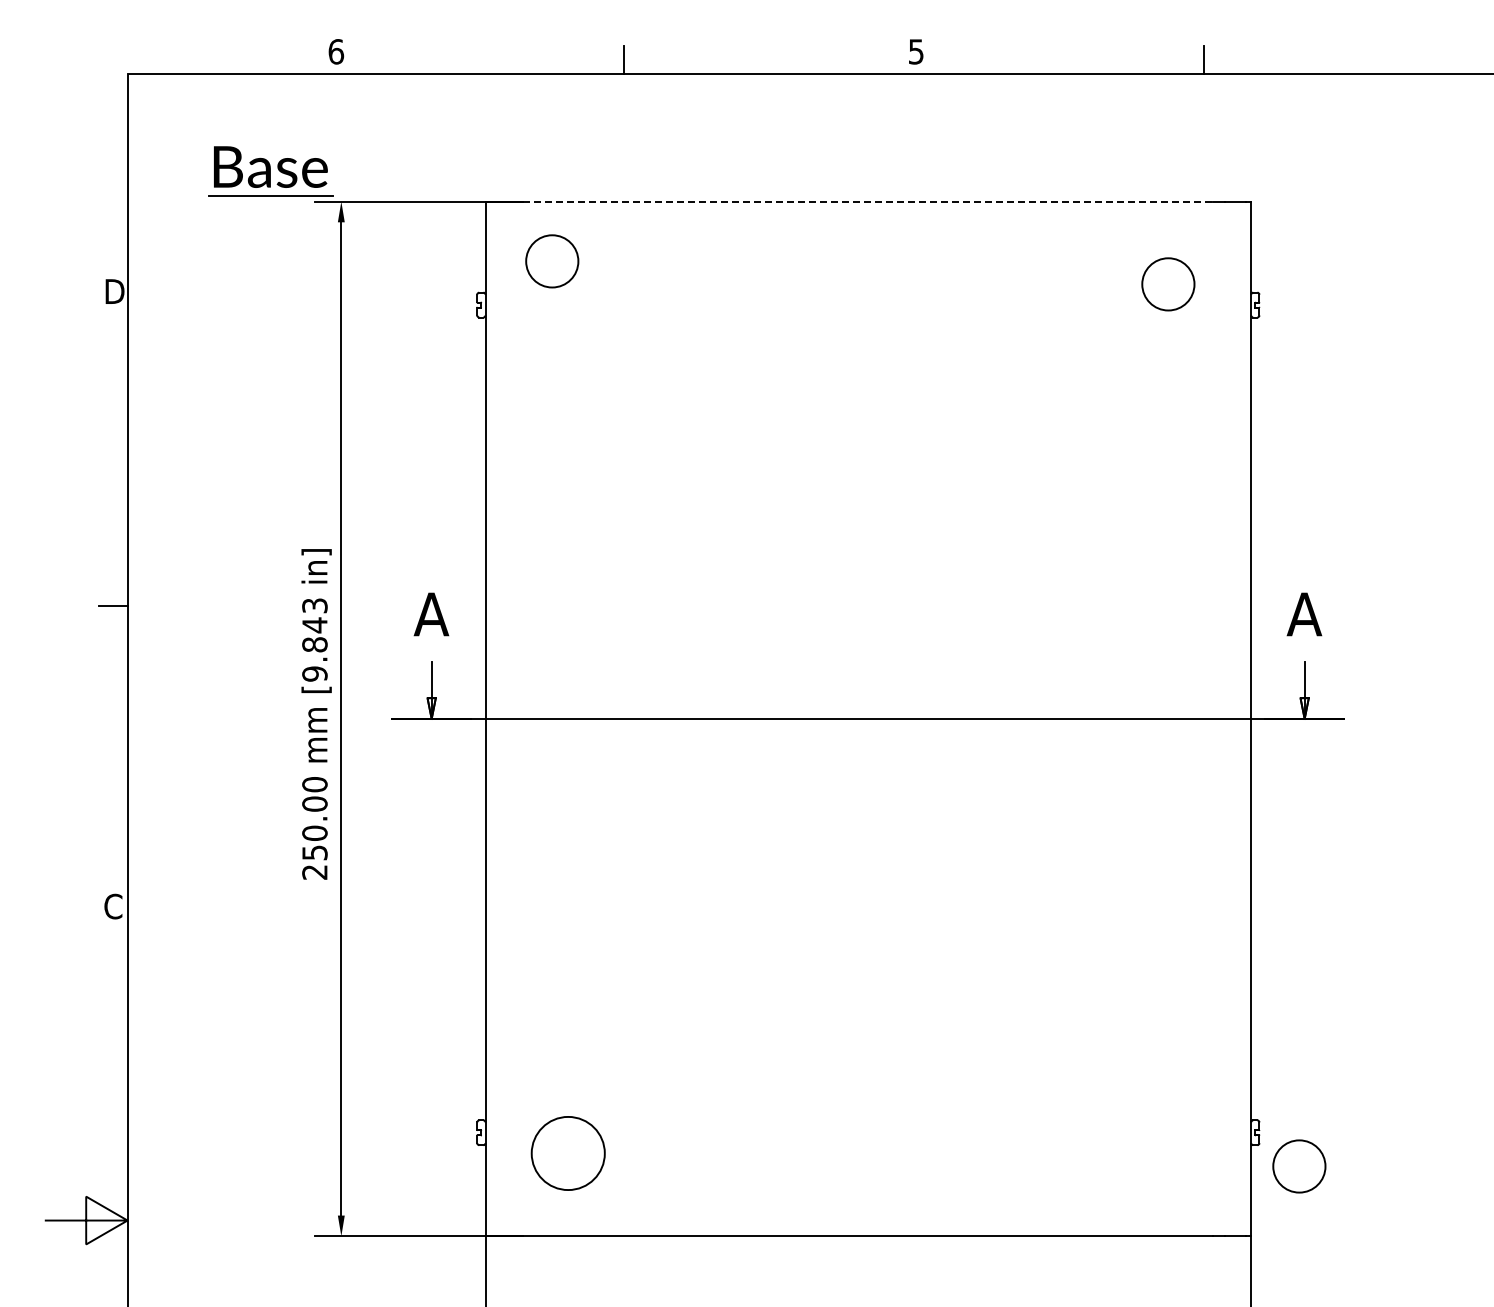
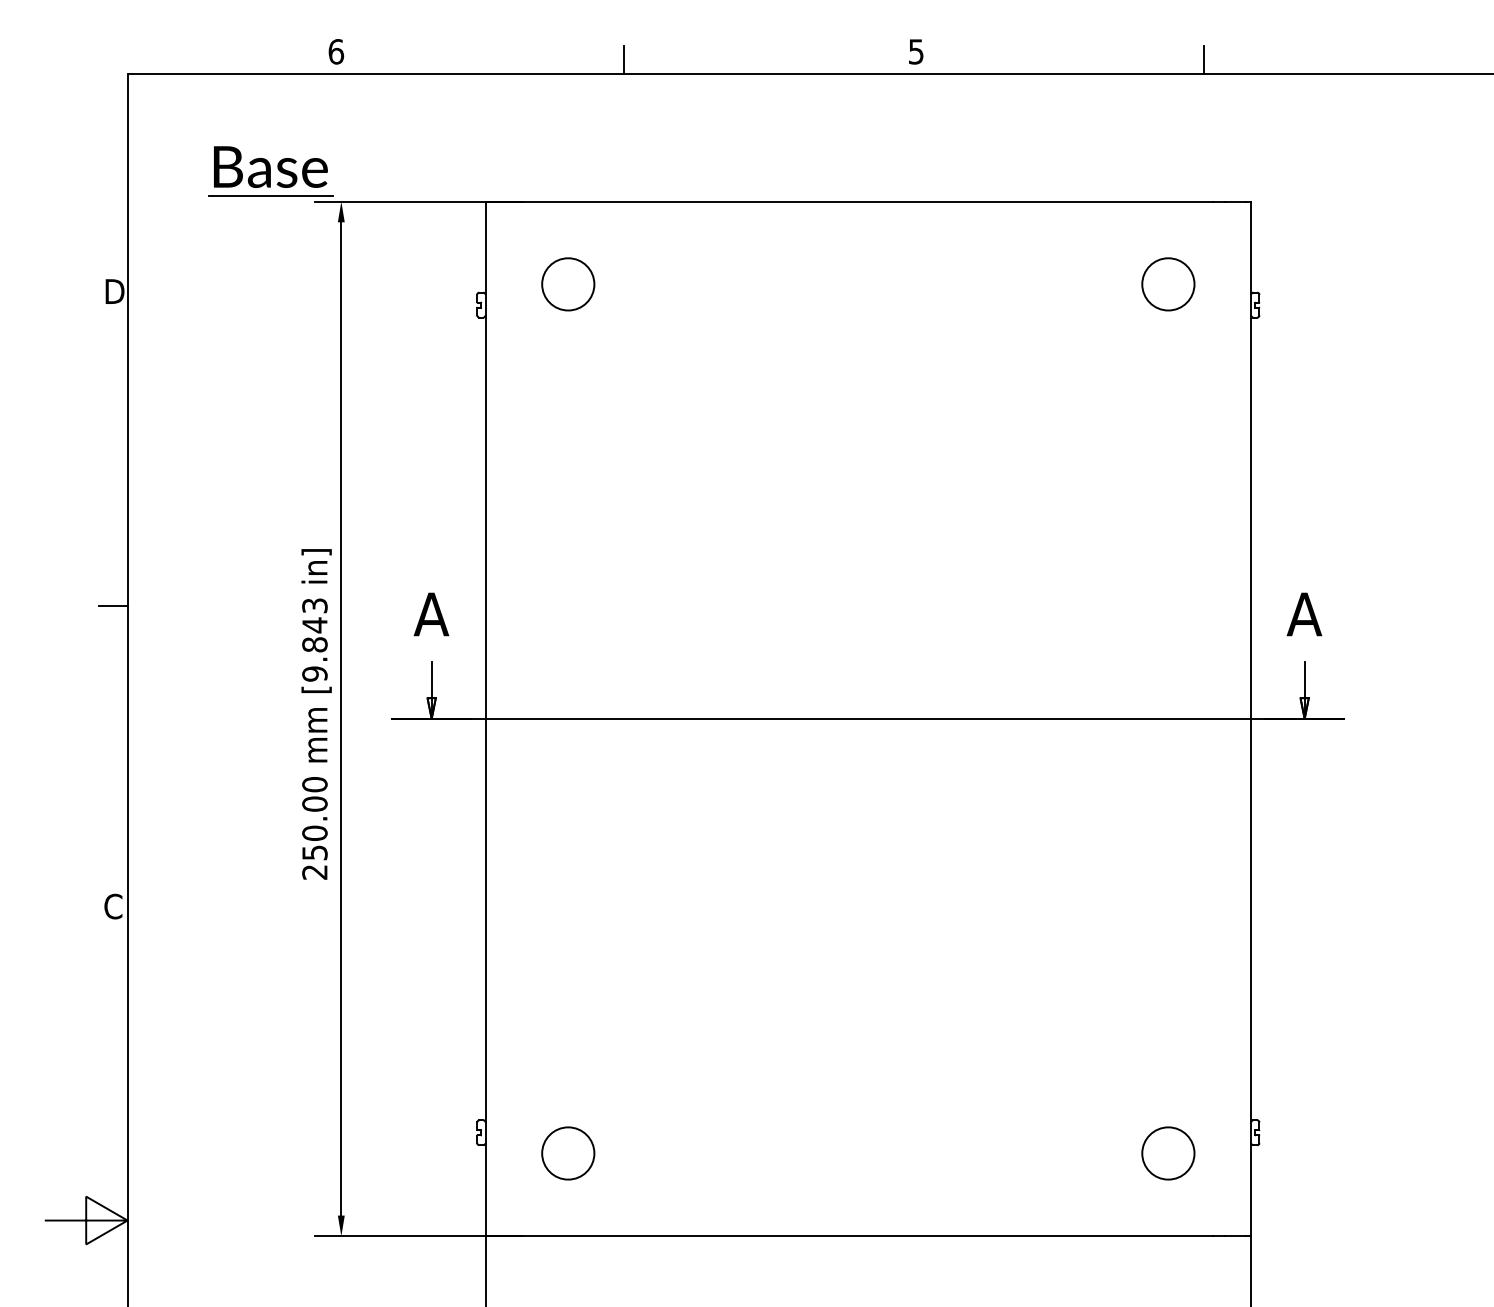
line at (868, 201): dashed -> solid
circle at (552, 261) position: (552, 261) -> (568, 284)
circle at (567, 1153) diameter: 73 px -> 52 px
circle at (1299, 1166) position: (1299, 1166) -> (1168, 1153)
